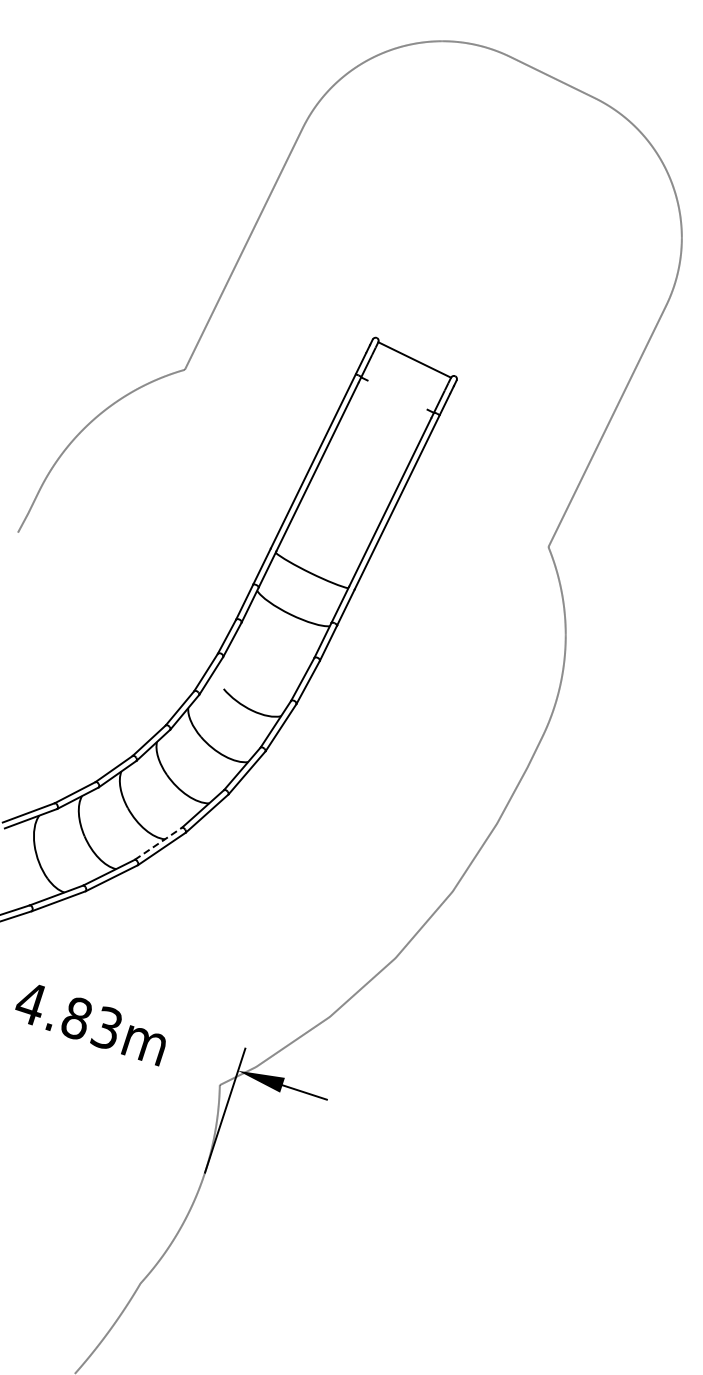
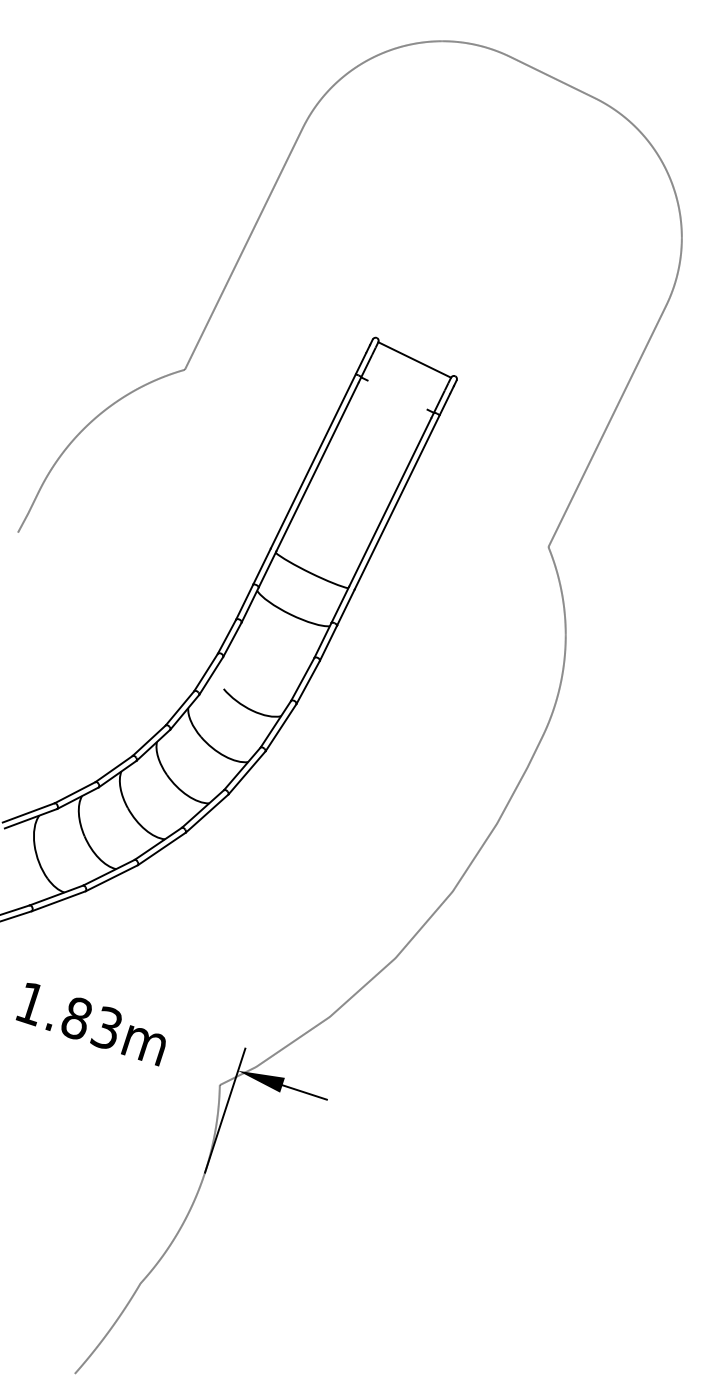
line at (158, 843): dashed -> solid
text at (29, 1004): 4.83m -> 1.83m
